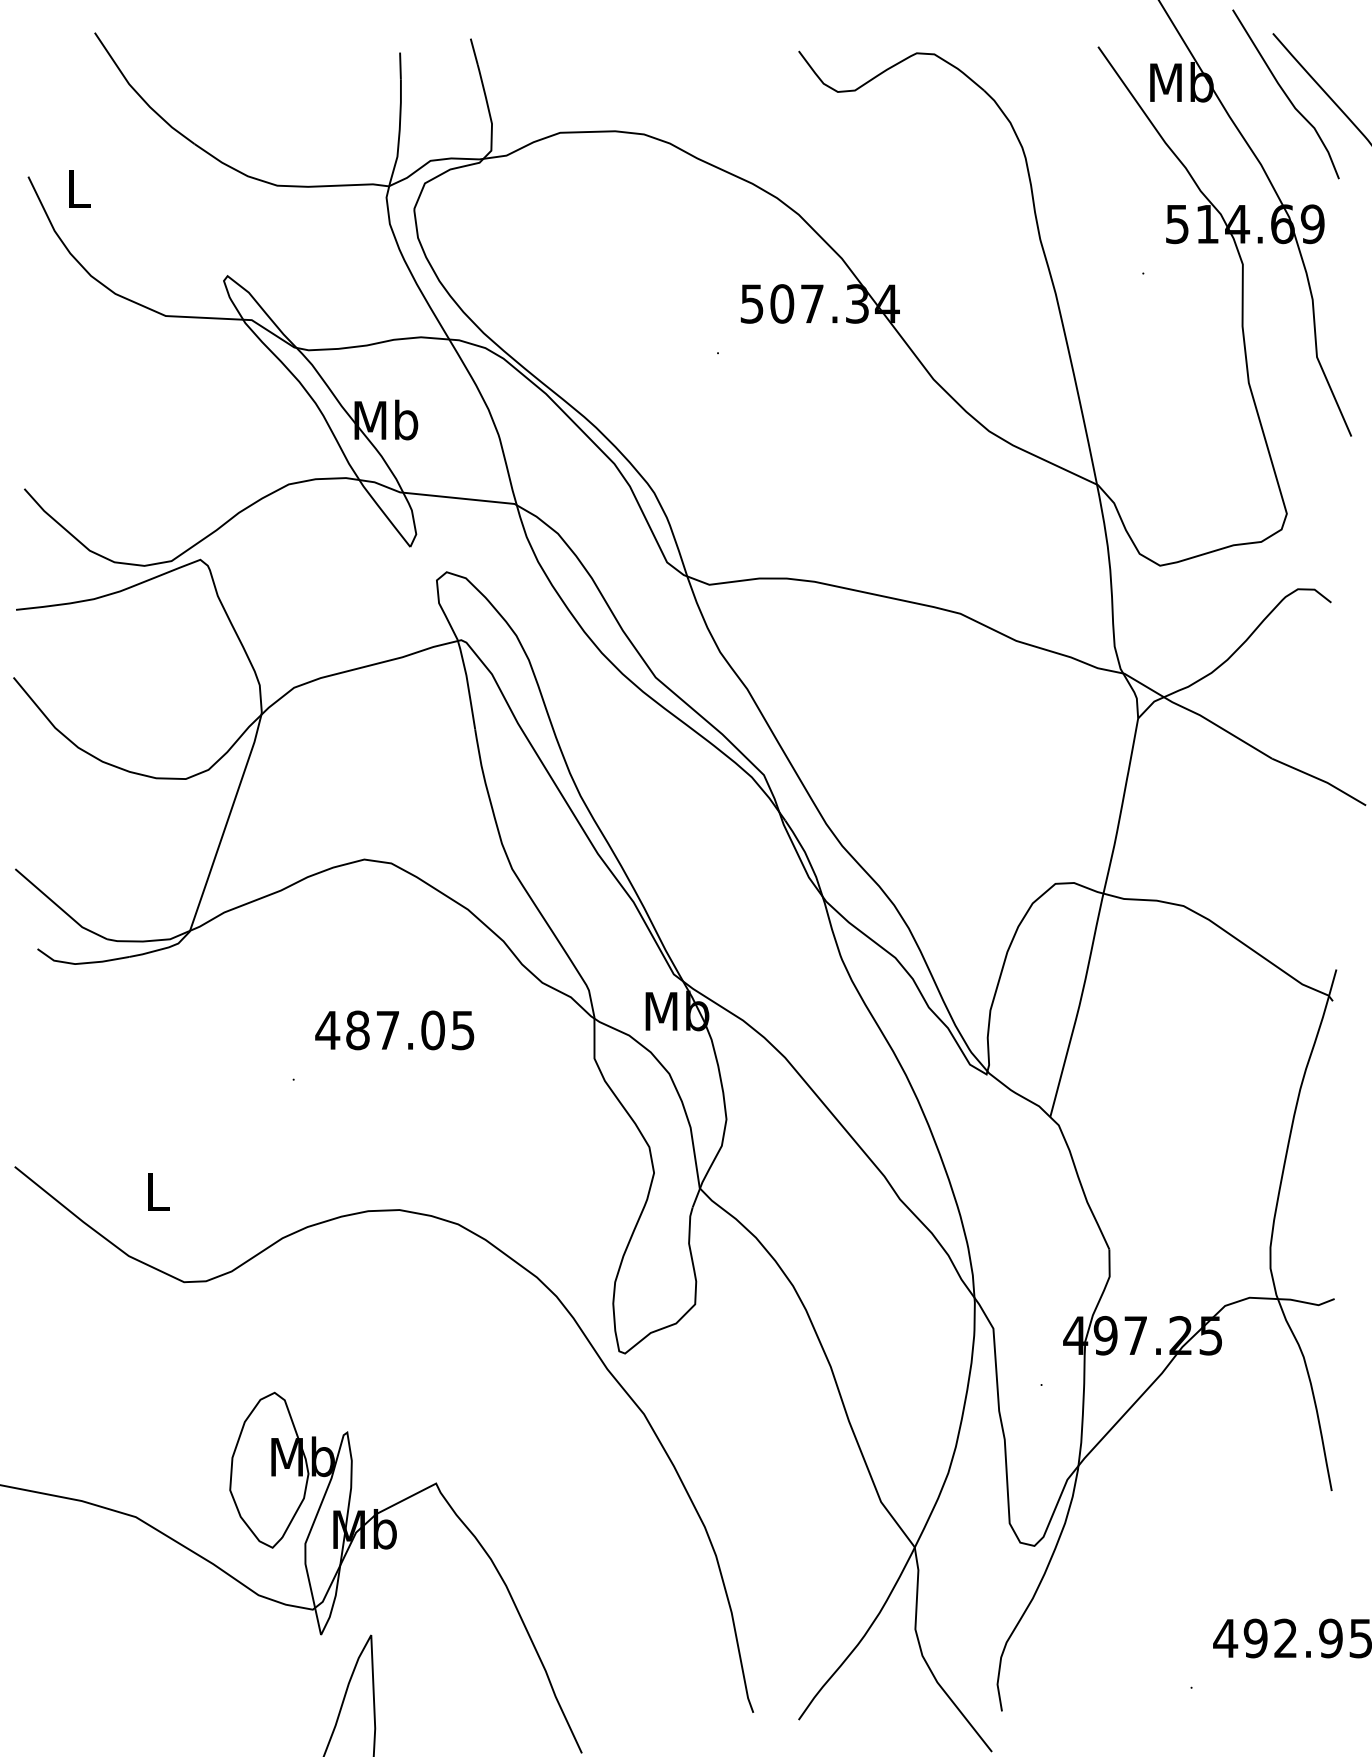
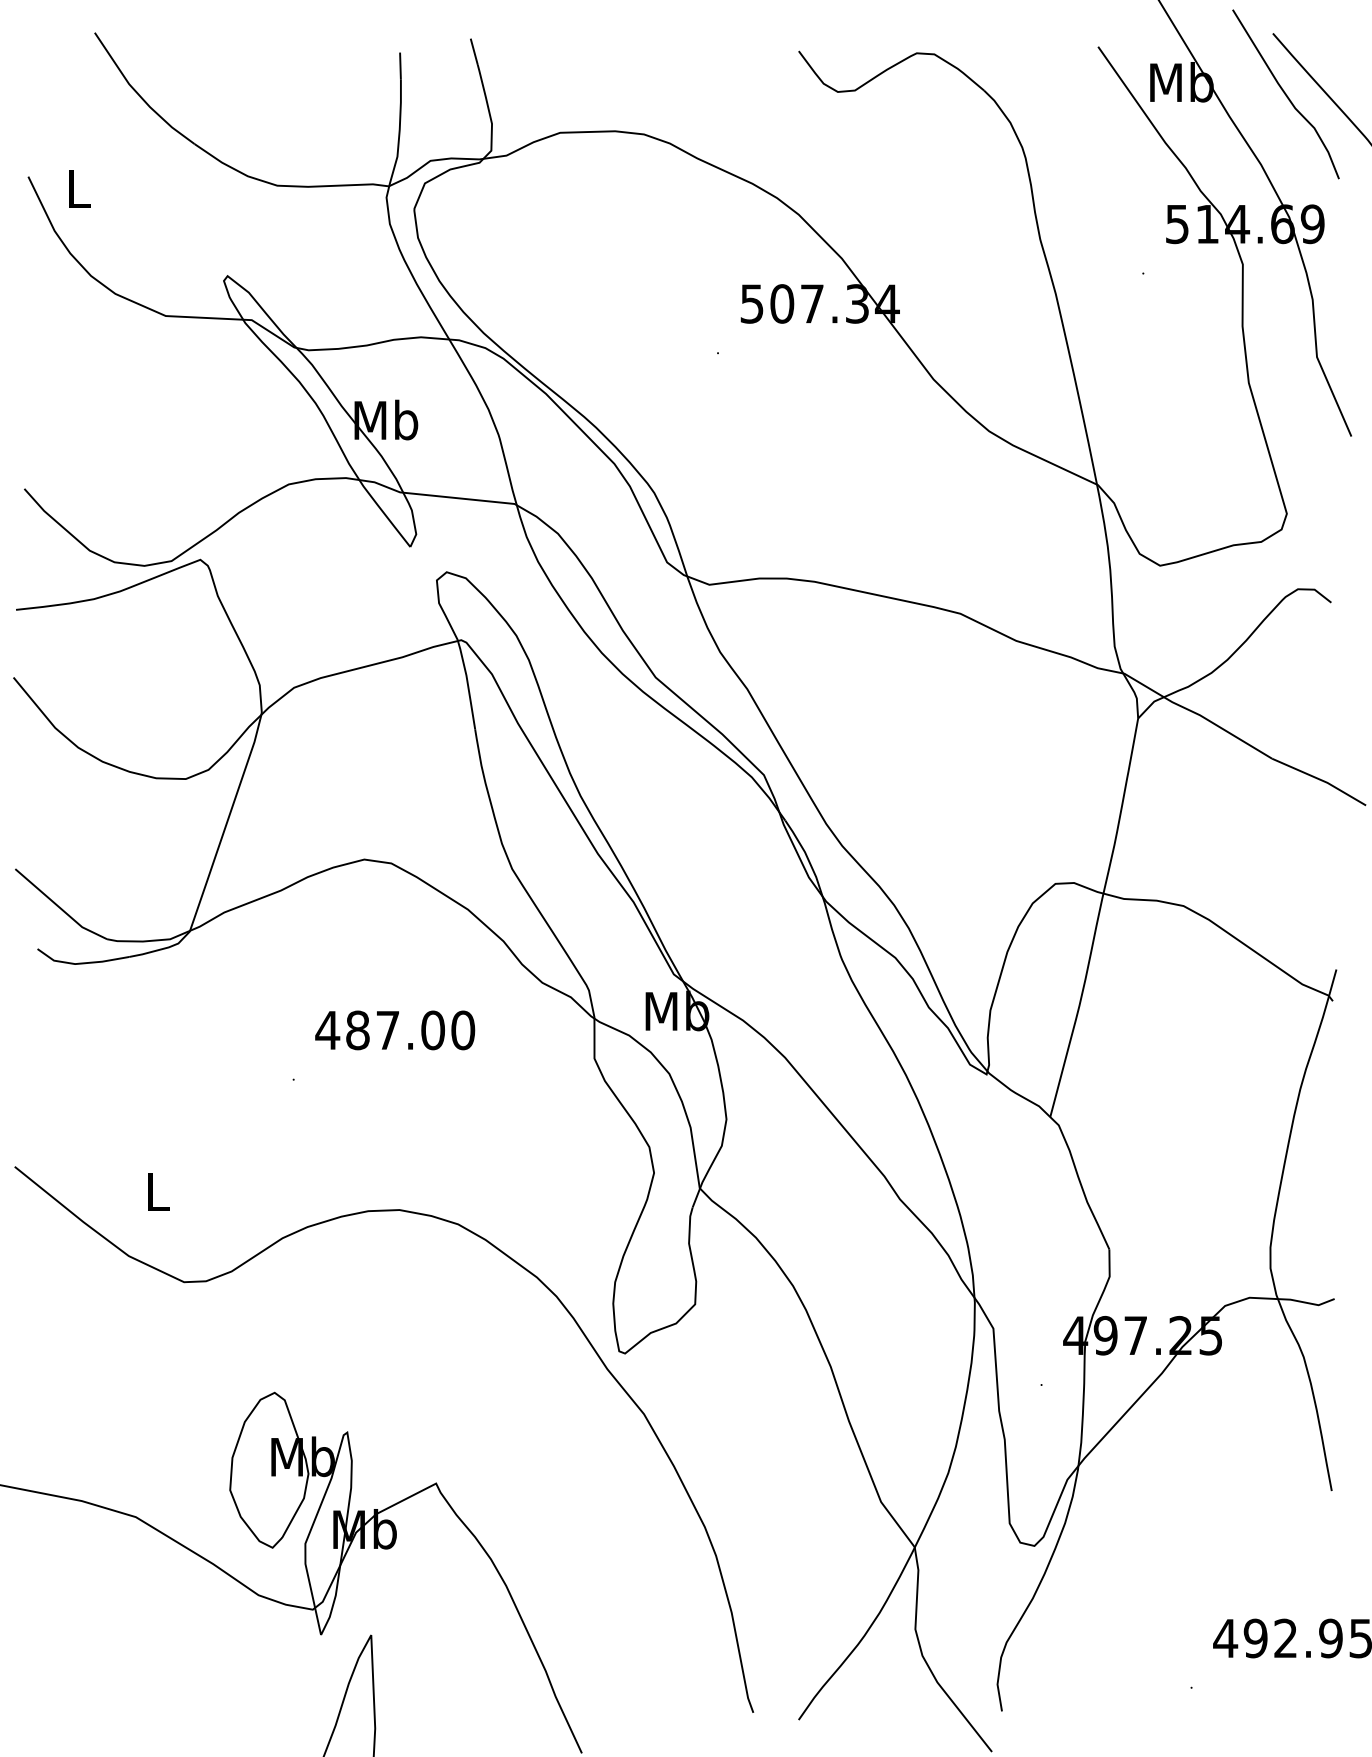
text at (463, 1030): 487.05 -> 487.00
